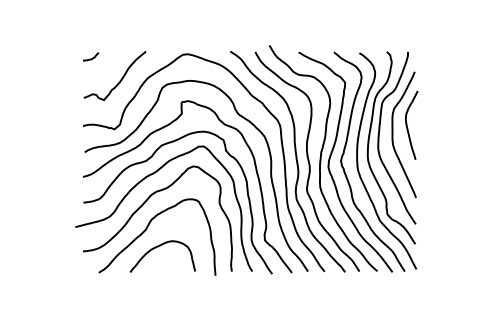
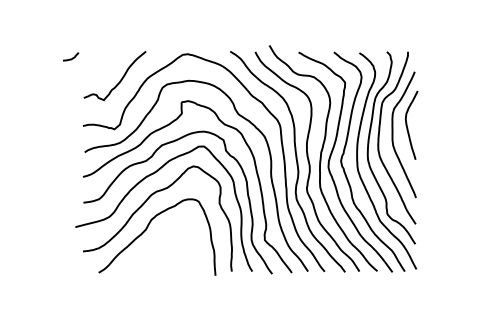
curve at (92, 57) position: (92, 57) -> (72, 57)
curve at (158, 247): present -> none
